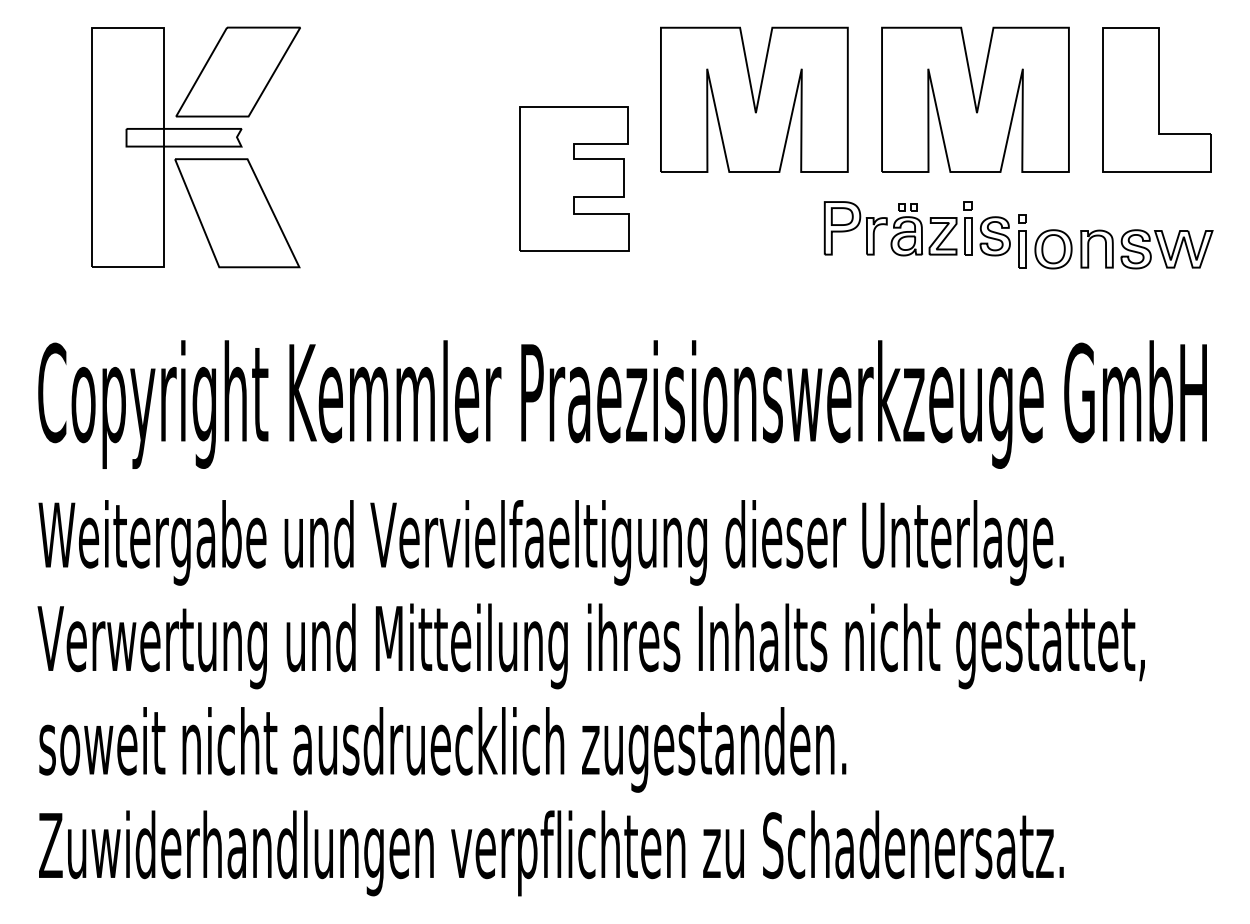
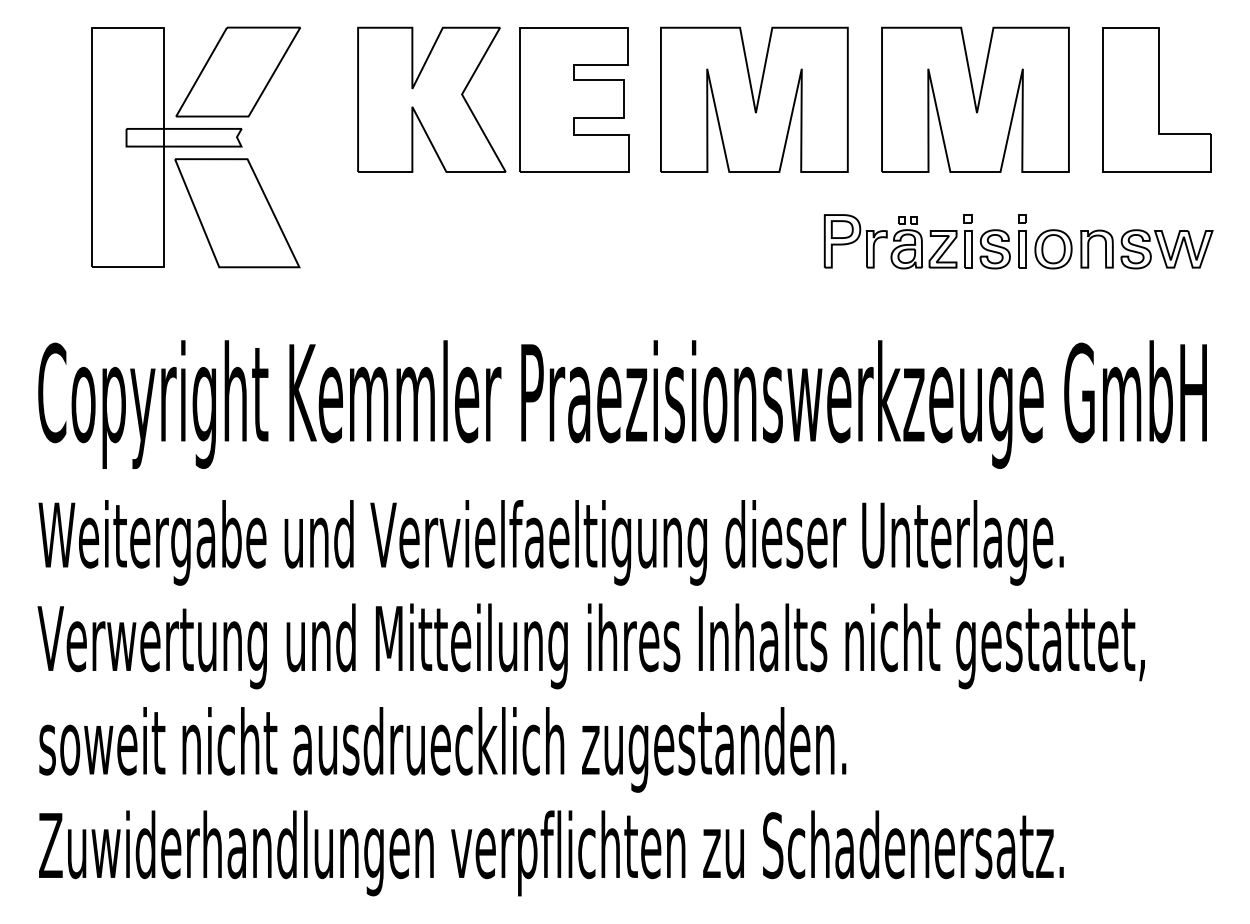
part at (431, 99): none -> present
part at (574, 178) position: (574, 178) -> (574, 99)
part at (916, 228) position: (916, 228) -> (916, 241)
